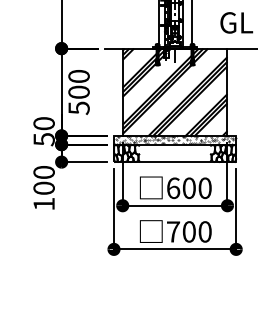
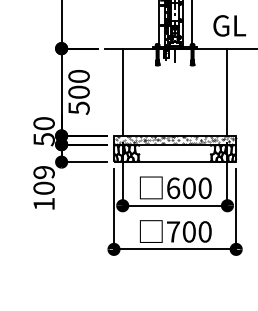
text at (236, 22) position: (236, 22) -> (229, 25)
hatch at (174, 91): present -> none
text at (43, 172): 100 -> 109
